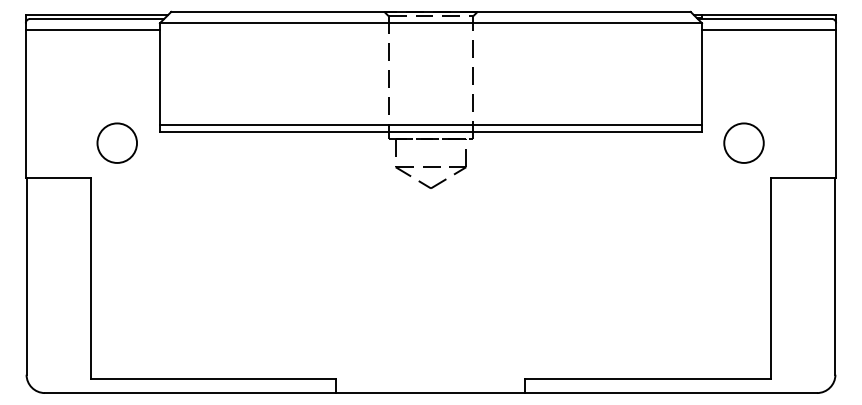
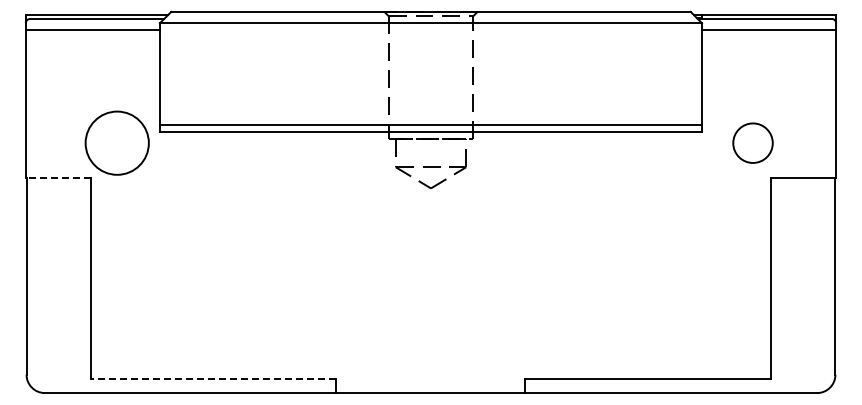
circle at (117, 142) diameter: 40 px -> 63 px
circle at (743, 142) position: (743, 142) -> (752, 142)
line at (57, 178): solid -> dashed
line at (213, 378): solid -> dashed
